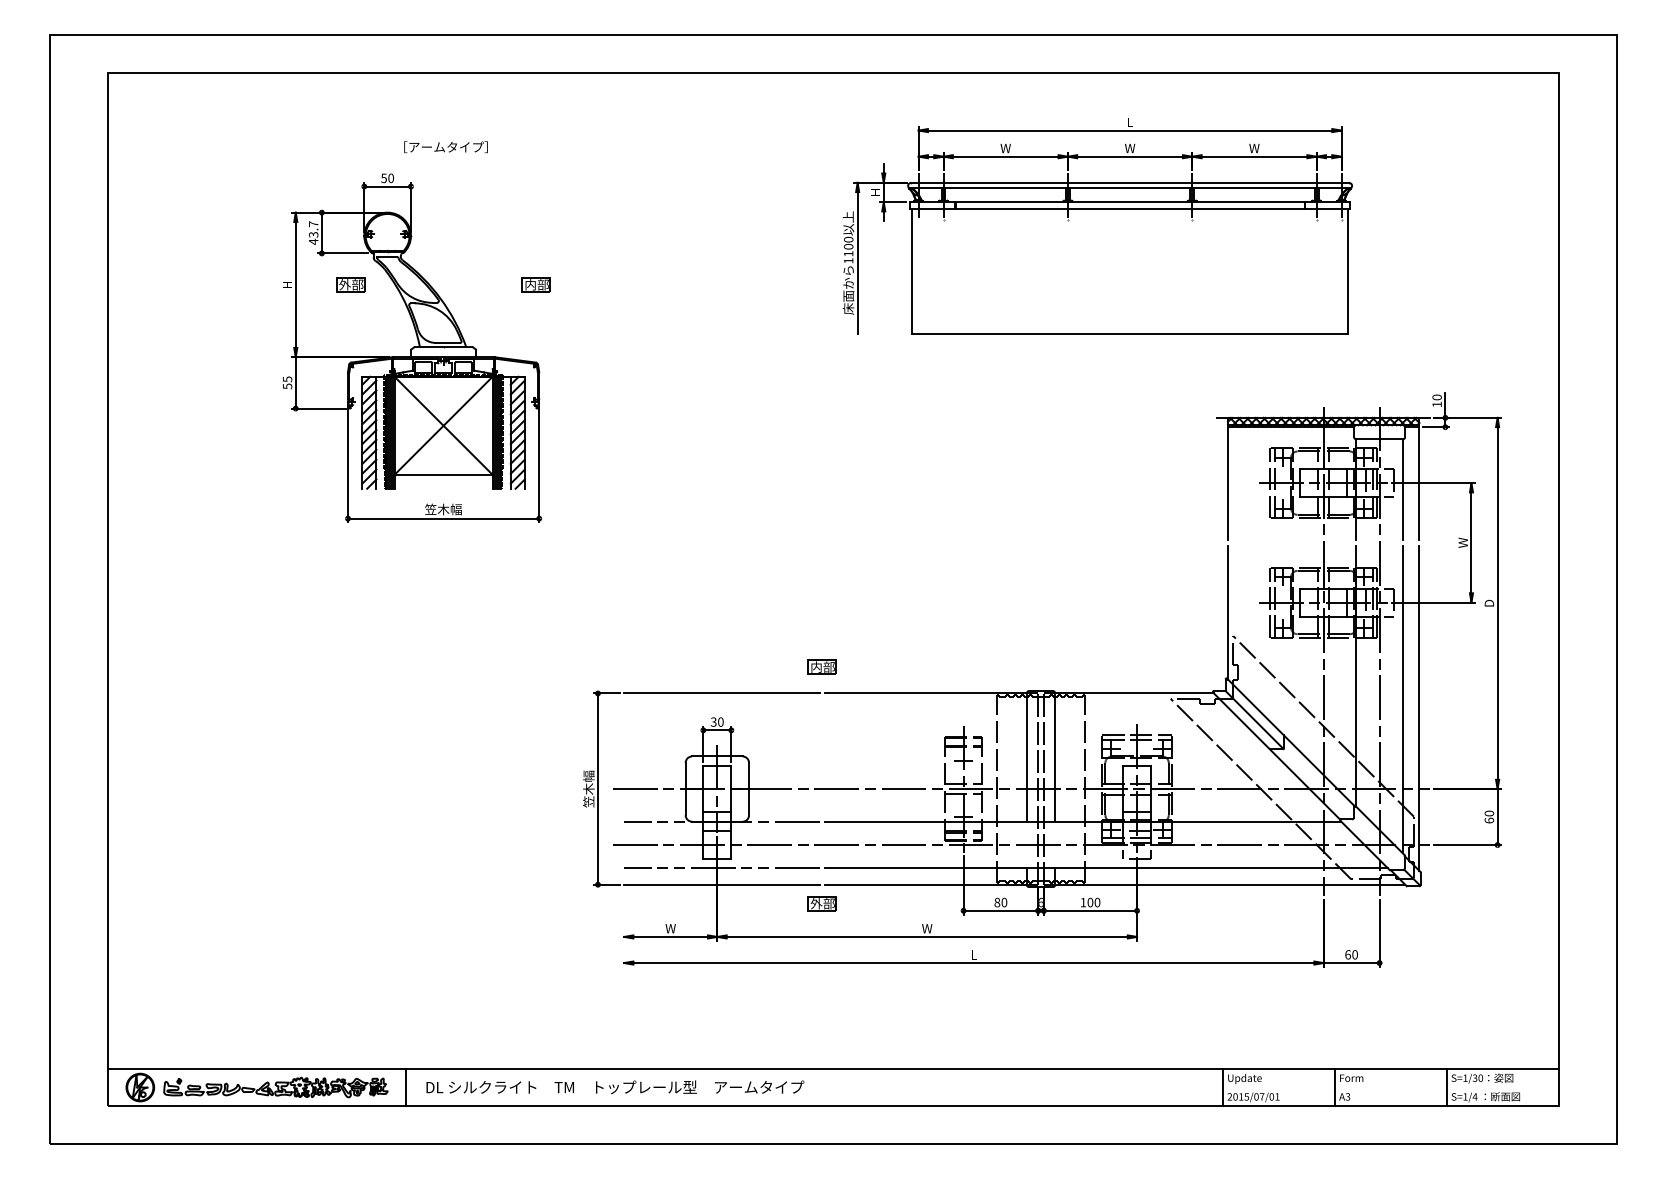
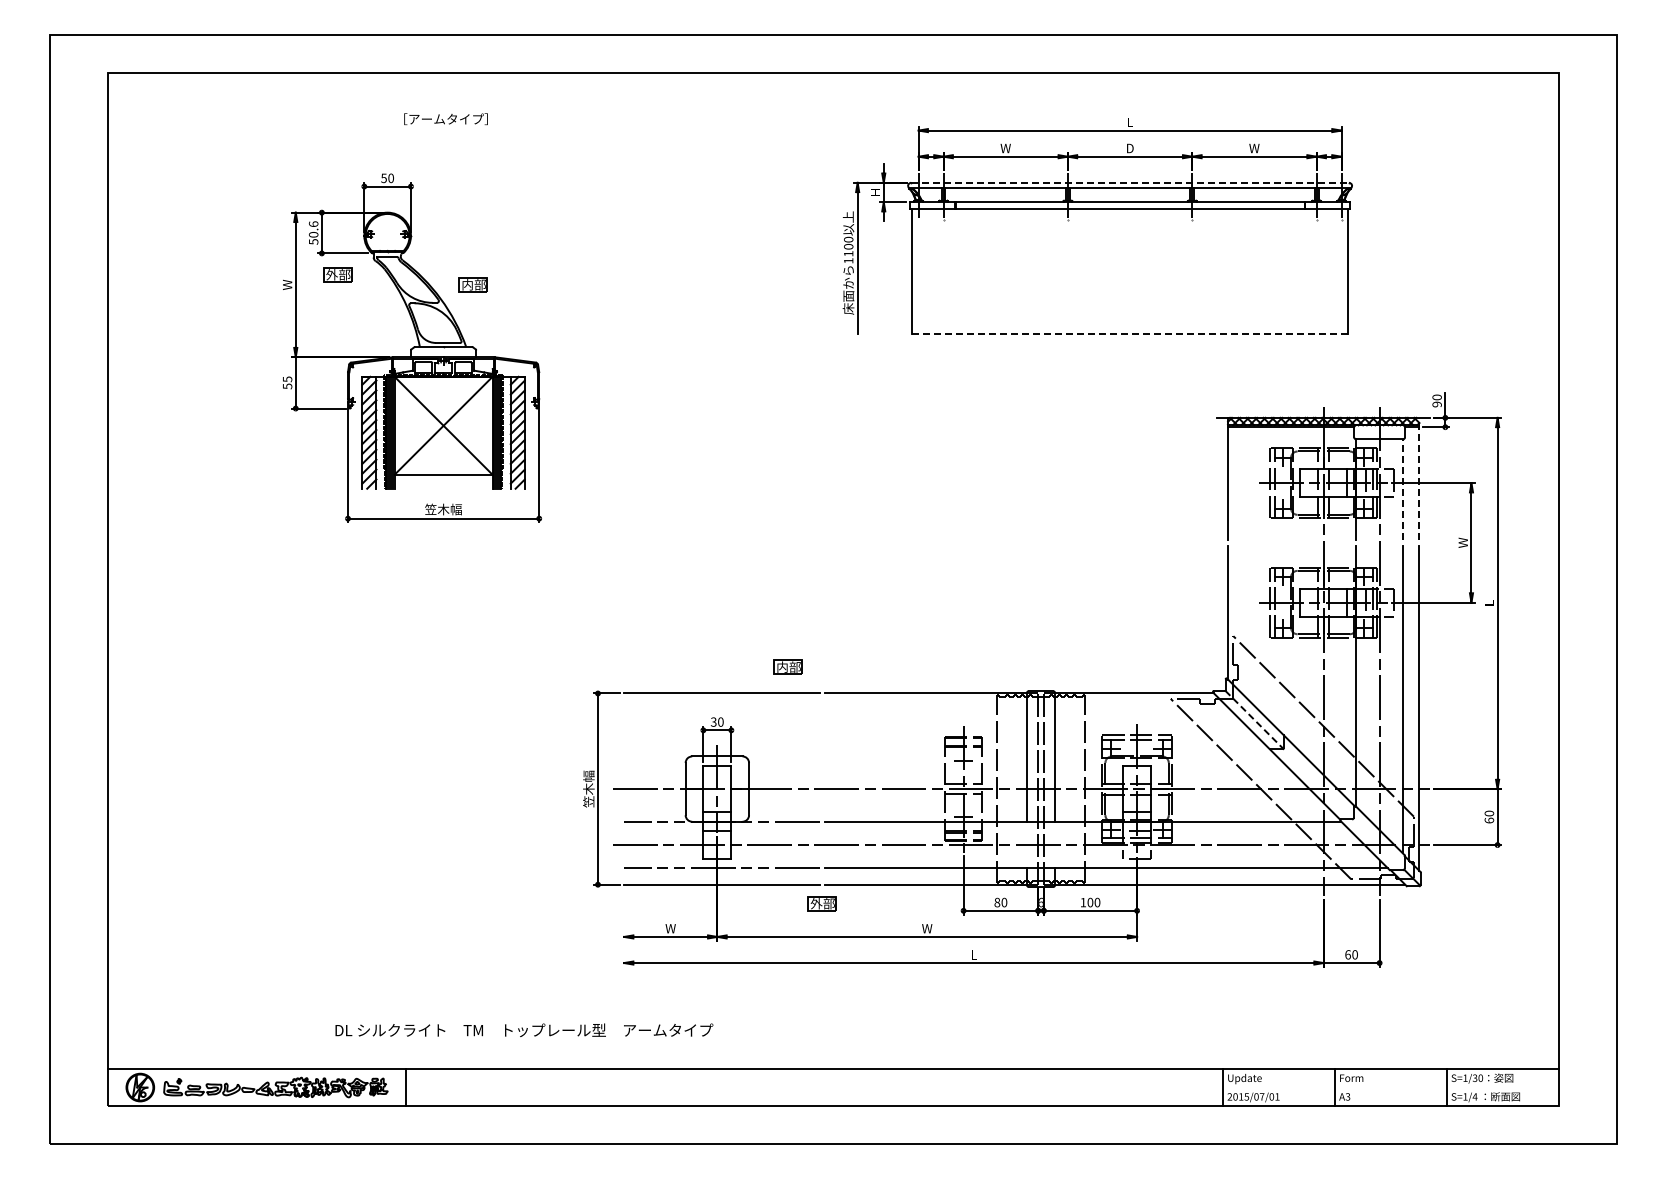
text at (445, 147) position: (445, 147) -> (445, 119)
text at (1130, 148): W -> D
line at (1130, 182): solid -> dashed
text at (313, 233): 43.7 -> 50.6
text at (287, 284): H -> W
part at (350, 284) position: (350, 284) -> (337, 274)
part at (535, 284) position: (535, 284) -> (472, 284)
line at (1130, 333): solid -> dashed
text at (1436, 404): 10 -> 90
line at (1419, 478): solid -> dashed
line at (1402, 489): solid -> dashed
text at (1488, 602): D -> L
part at (821, 666) position: (821, 666) -> (787, 666)
line at (1254, 720): solid -> dashed
text at (615, 1087) position: (615, 1087) -> (524, 1030)
